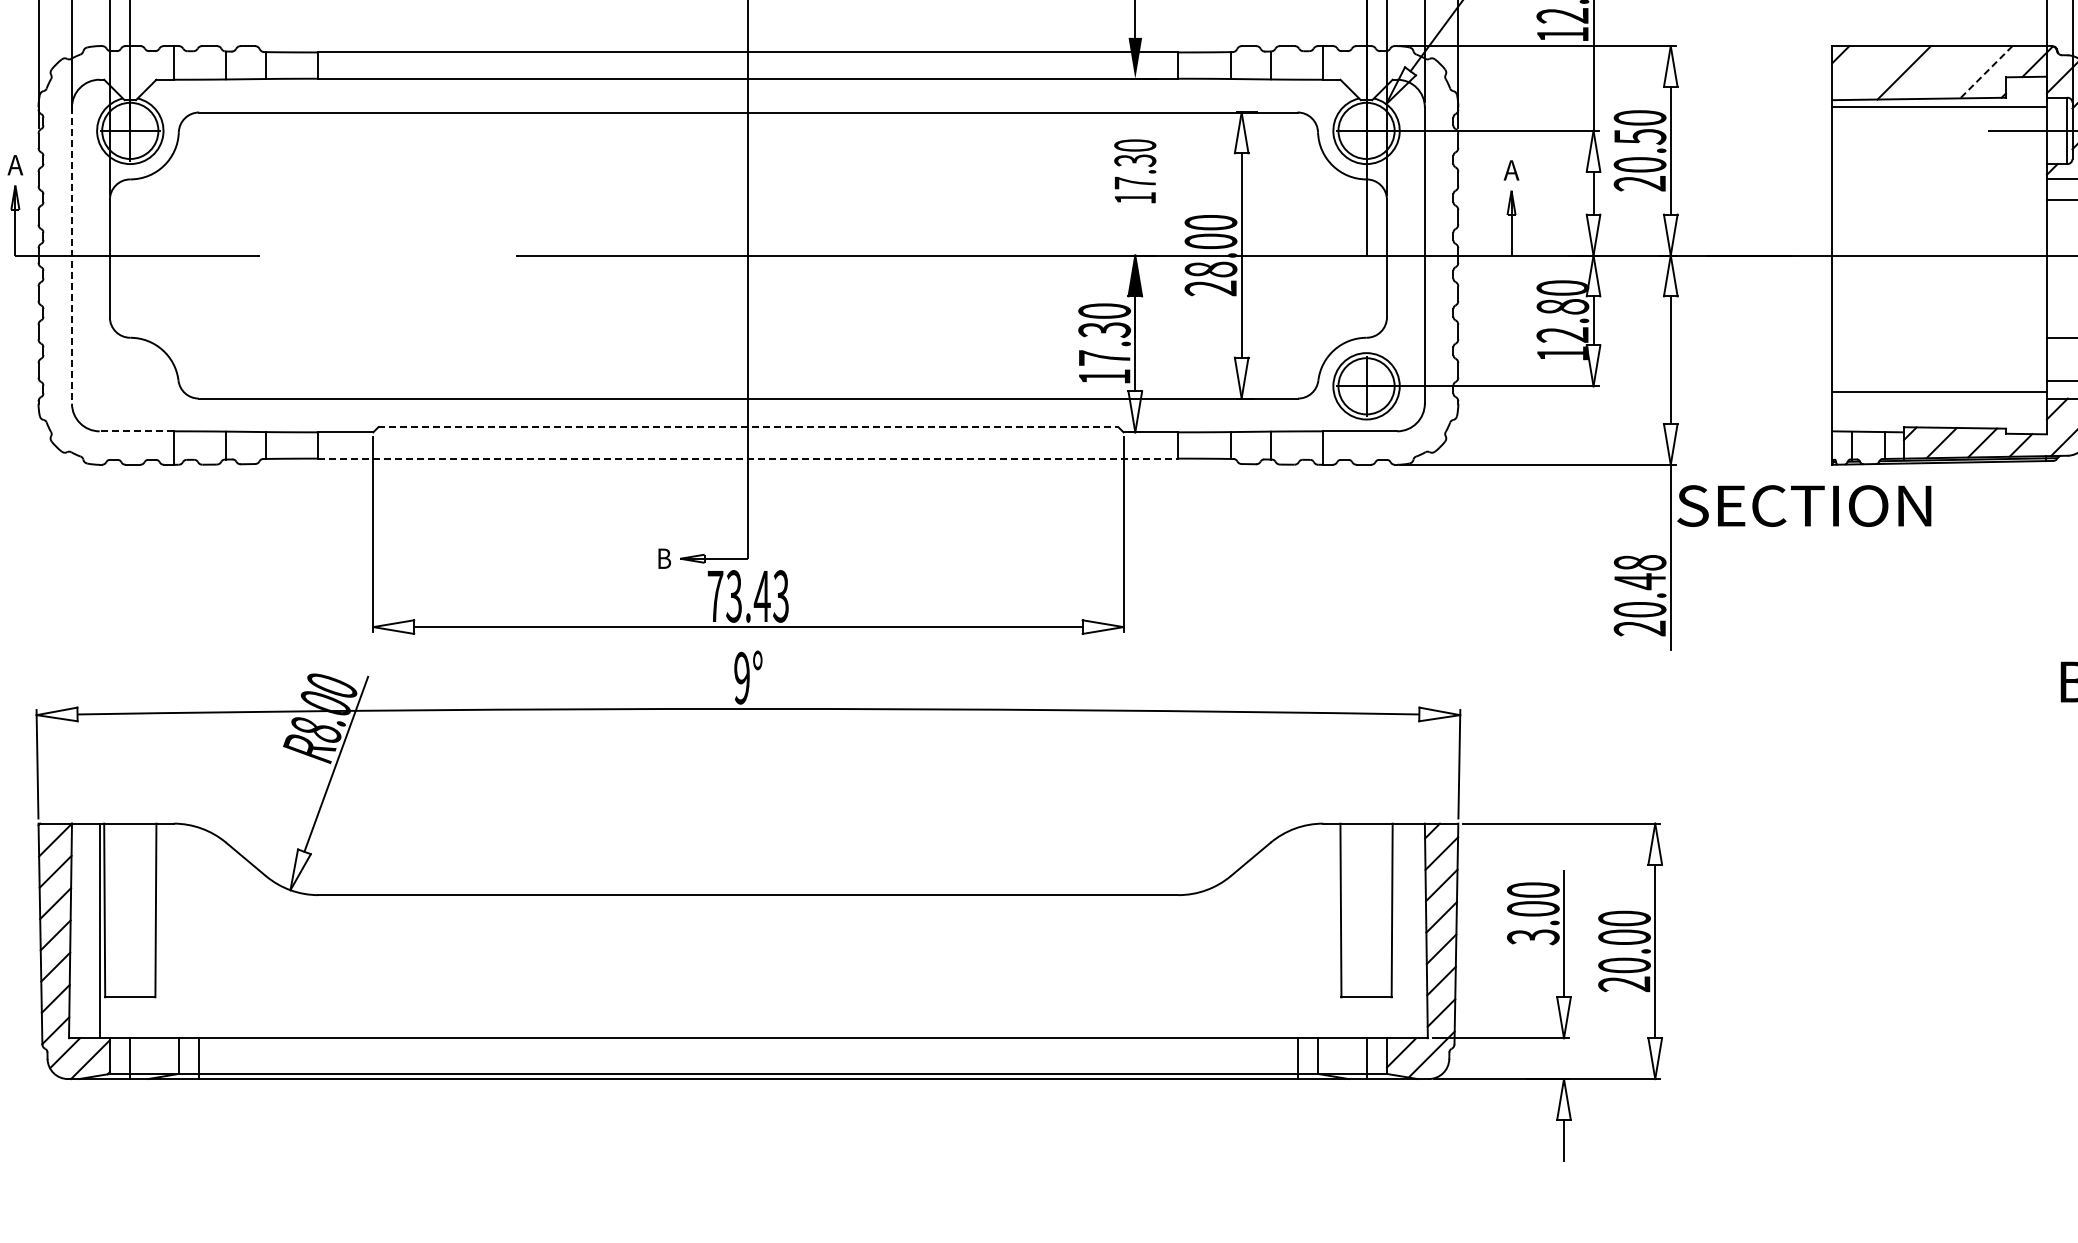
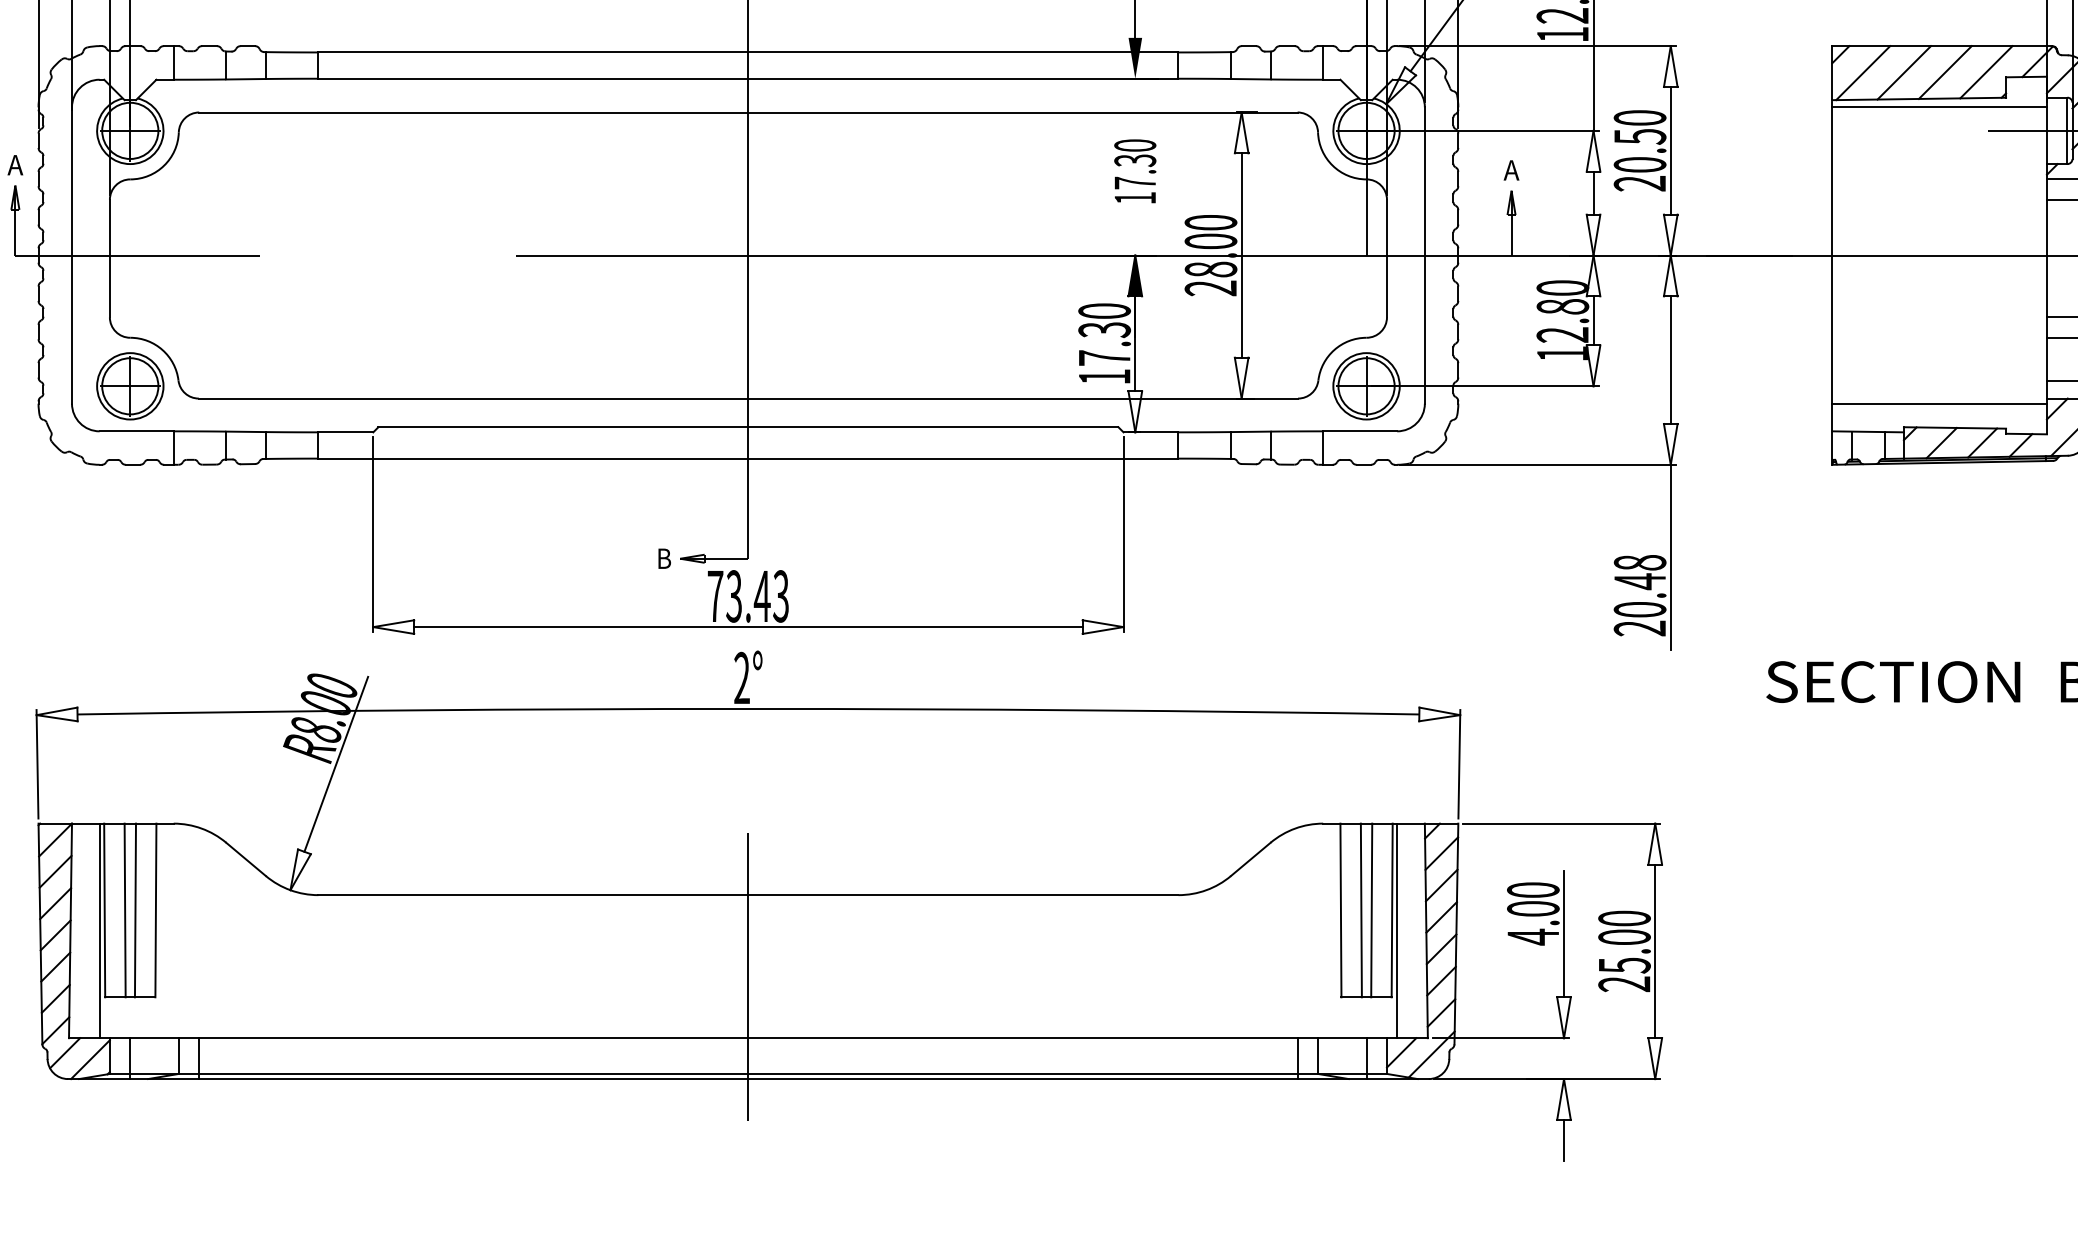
line at (1944, 72): none -> present
line at (1986, 72): dashed -> solid
line at (1863, 73): none -> present
line at (72, 256): dashed -> solid
line at (2060, 317): none -> present
part at (130, 386): none -> present
line at (1939, 391) position: (1939, 391) -> (1939, 403)
line at (748, 427): dashed -> solid
line at (136, 431): dashed -> solid
line at (748, 458): dashed -> solid
text at (1804, 505) position: (1804, 505) -> (1893, 681)
text at (741, 678): 9° -> 2°
line at (124, 910): none -> present
line at (135, 910): none -> present
line at (1360, 910): none -> present
line at (1371, 910): none -> present
line at (1397, 930): none -> present
text at (1533, 936): 3.00 -> 4.00
text at (1624, 965): 20.00 -> 25.00
line at (748, 976): none -> present
